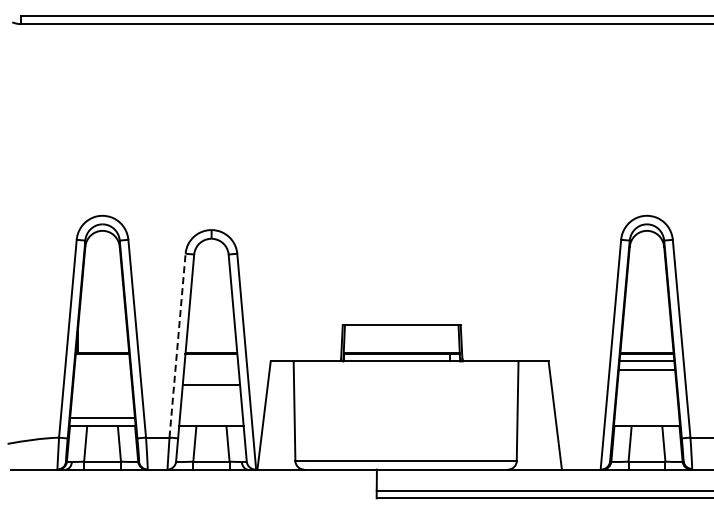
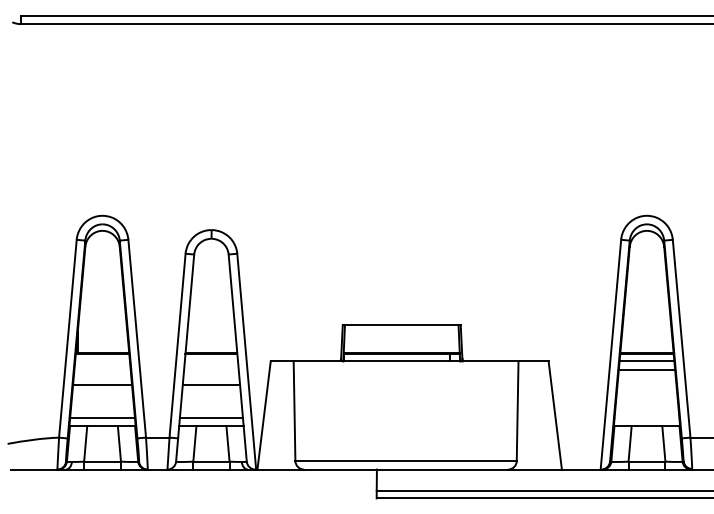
line at (177, 345): dashed -> solid
line at (102, 384): none -> present
line at (210, 418): none -> present
